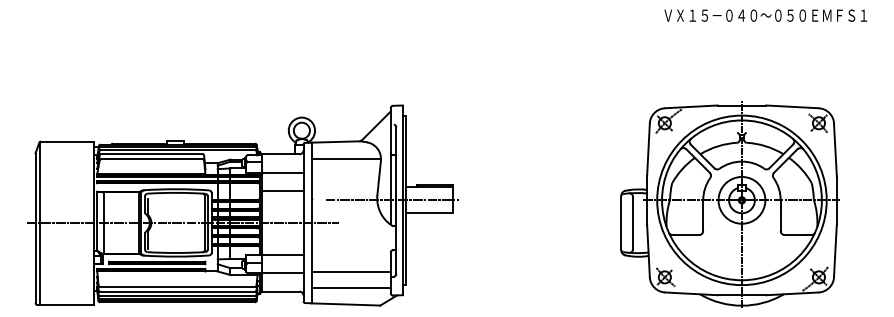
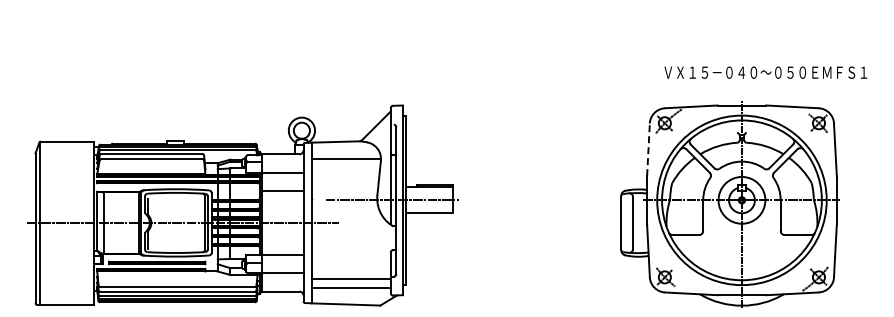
text at (765, 15) position: (765, 15) -> (765, 72)
line at (648, 149): solid -> dashed
line at (350, 271) position: (350, 271) -> (350, 278)
